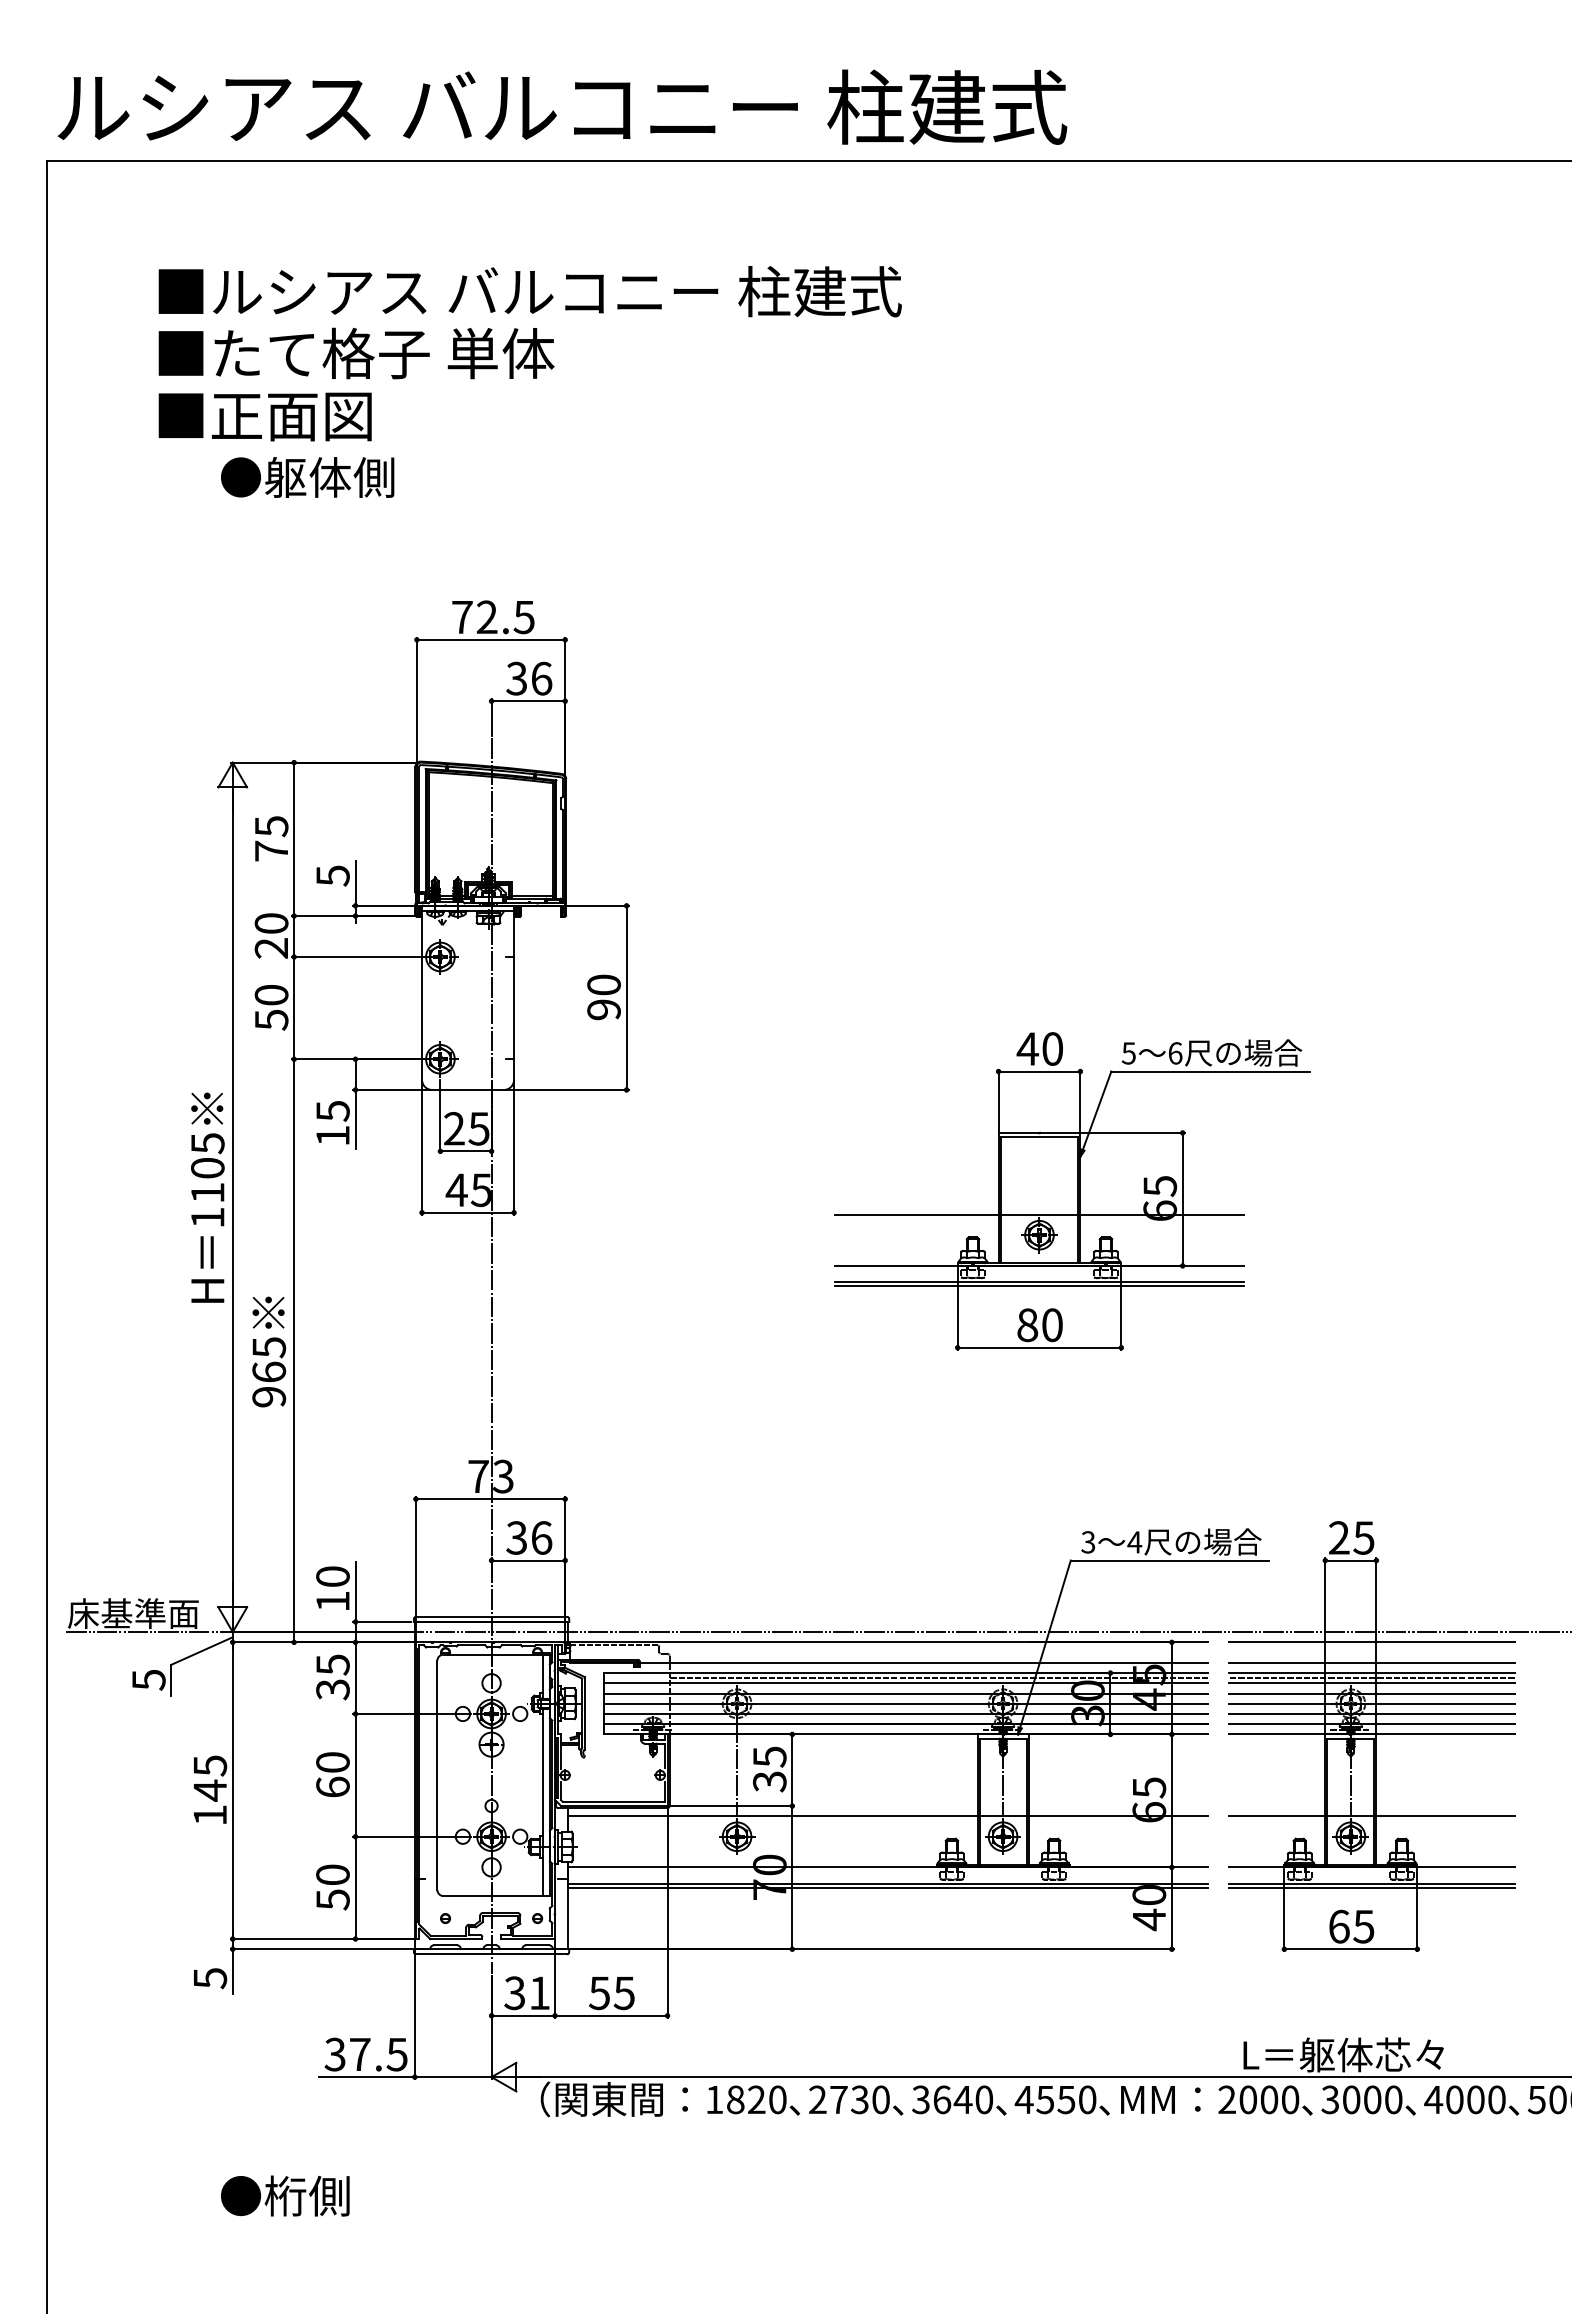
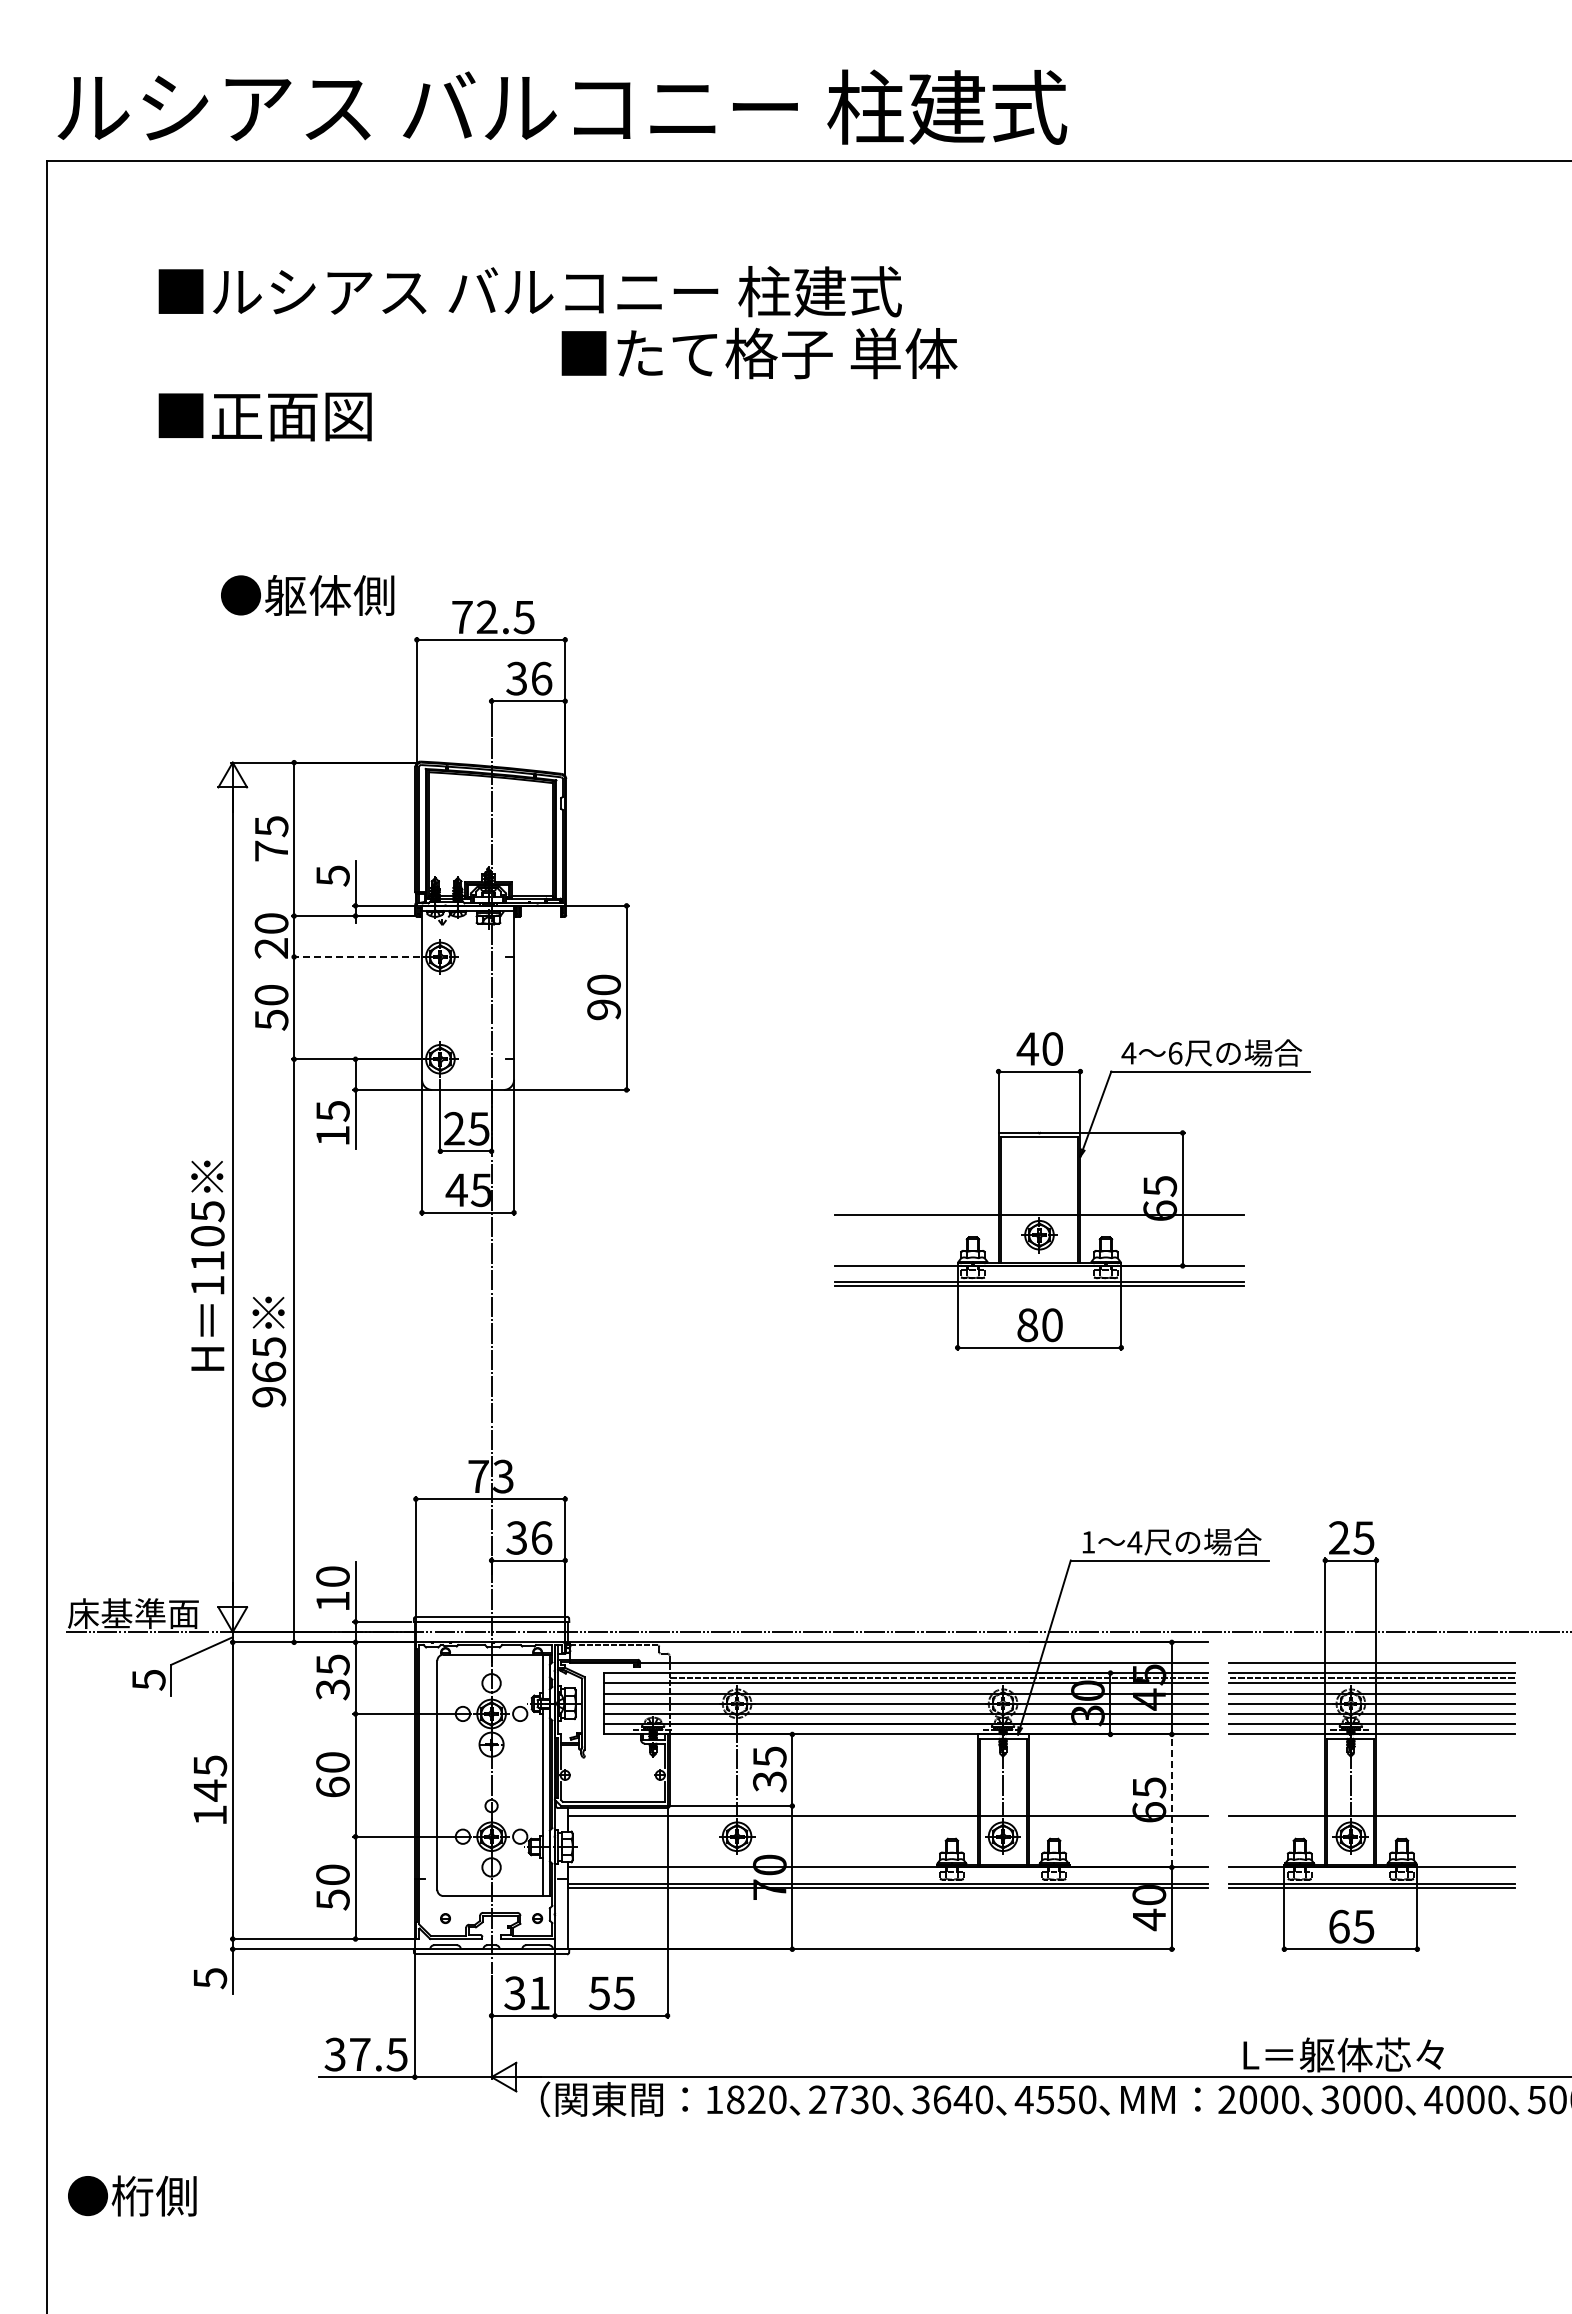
text at (356, 353) position: (356, 353) -> (759, 353)
text at (307, 477) position: (307, 477) -> (307, 595)
line at (356, 956): solid -> dashed
text at (1128, 1053): 5 -> 4
text at (207, 1197) position: (207, 1197) -> (207, 1265)
text at (1088, 1542): 3 -> 1
line at (1371, 1642): present -> none
line at (1171, 1800): solid -> dashed
text at (285, 2195) position: (285, 2195) -> (132, 2195)
